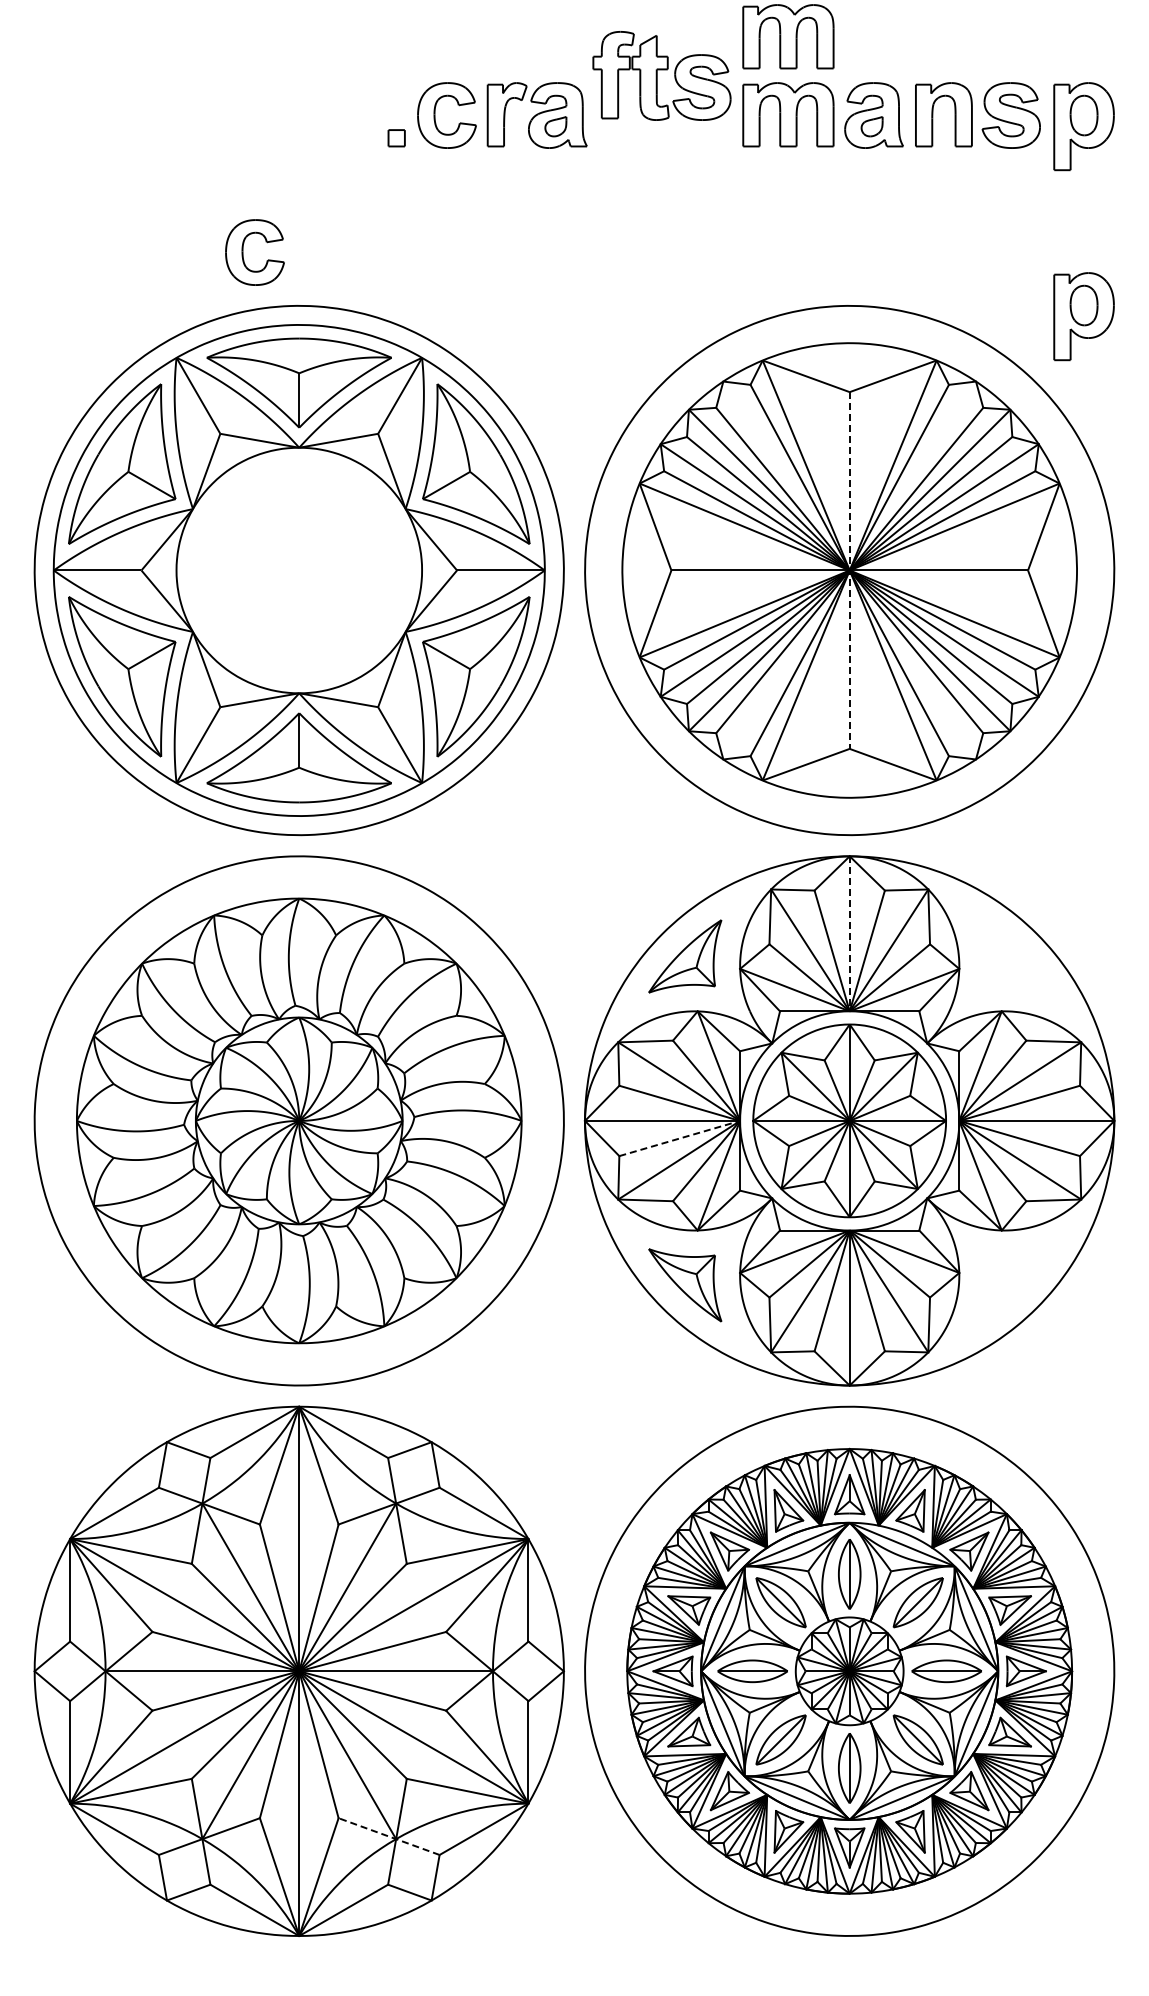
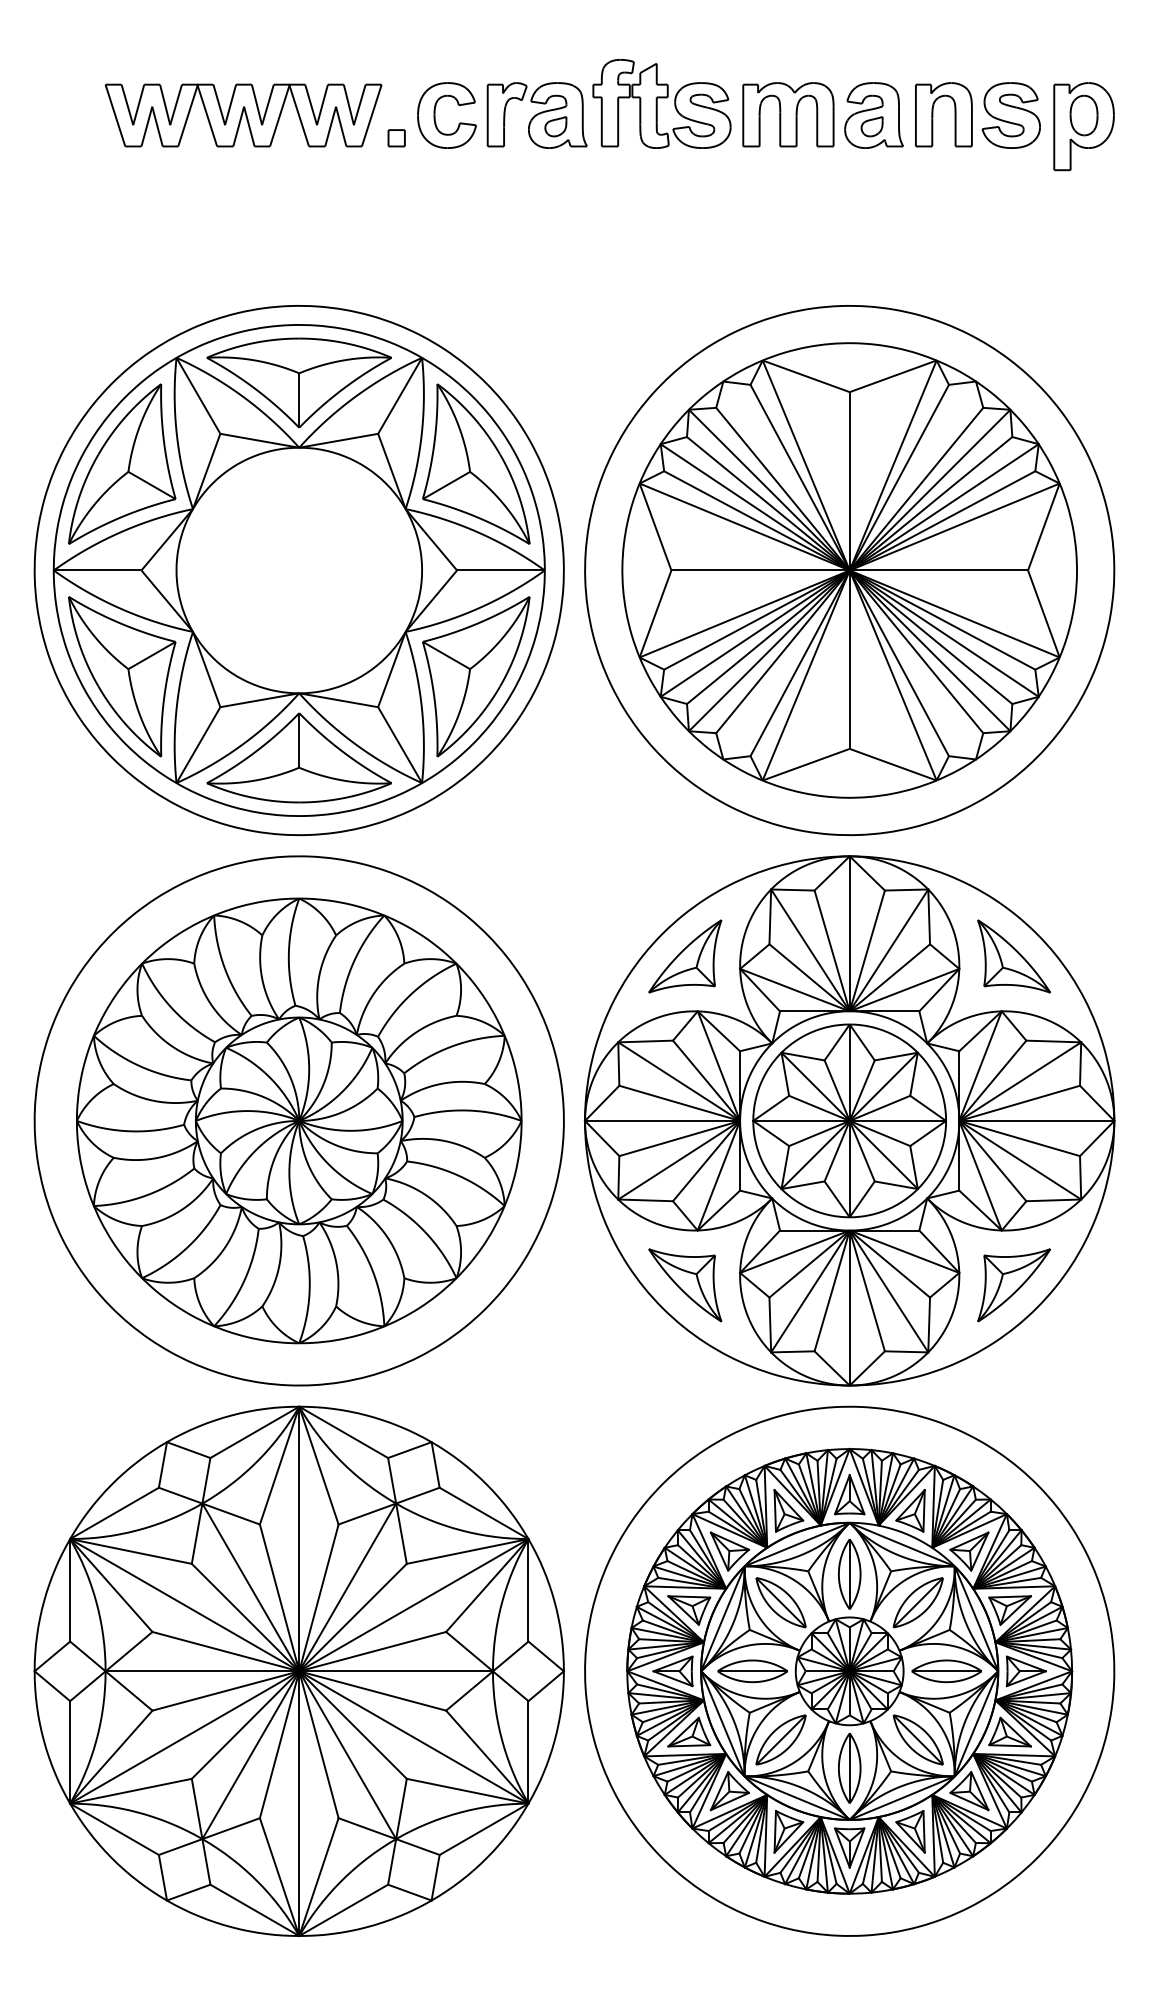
part at (788, 36): present -> none
part at (661, 75) position: (661, 75) -> (661, 103)
part at (243, 115): none -> present
part at (243, 252): present -> none
part at (1083, 316): present -> none
line at (849, 571): dashed -> solid
line at (849, 933): dashed -> solid
part at (1013, 956): none -> present
line at (679, 1138): dashed -> solid
part at (1013, 1285): none -> present
line at (389, 1836): dashed -> solid
